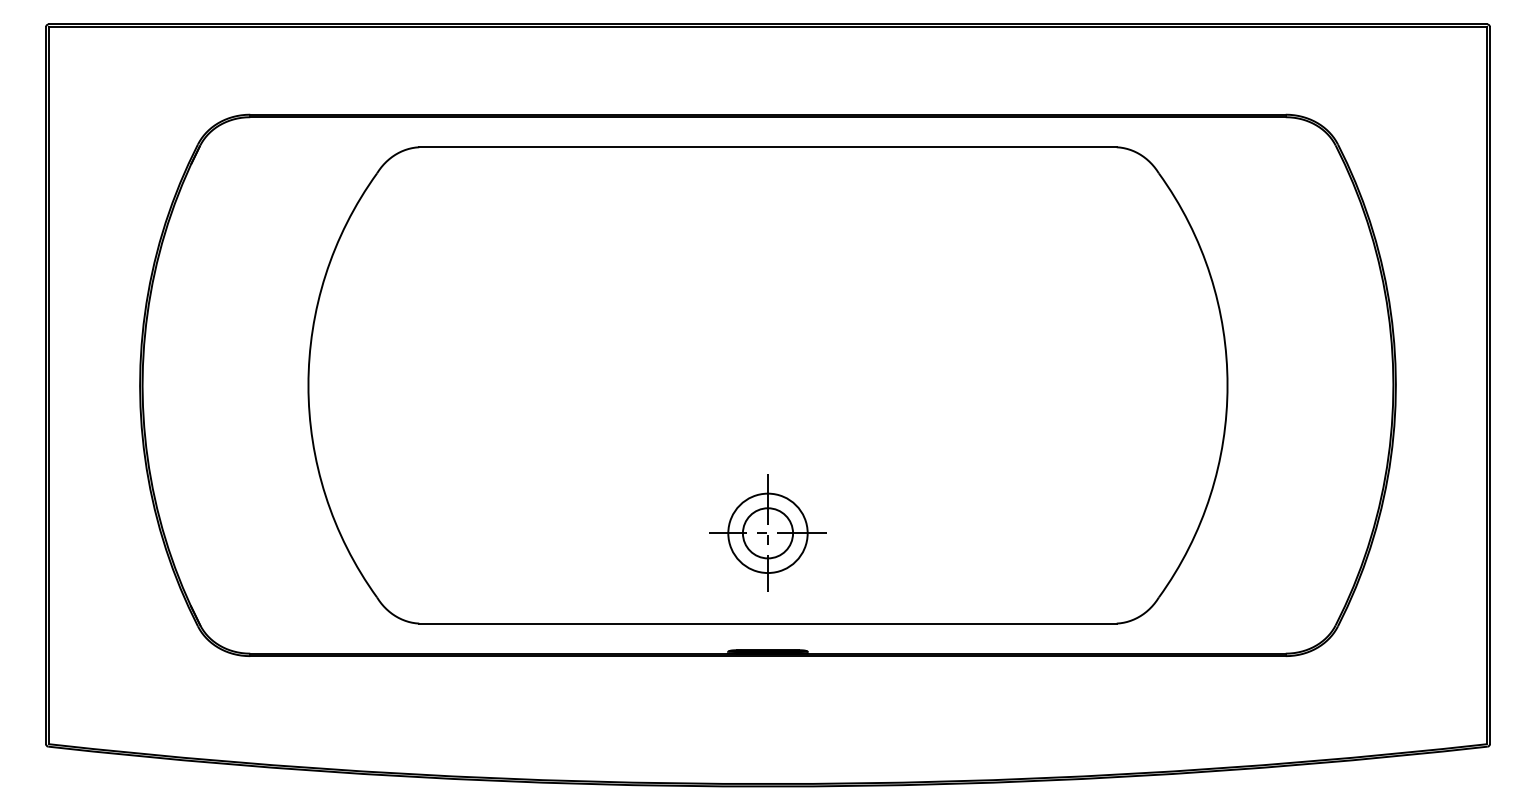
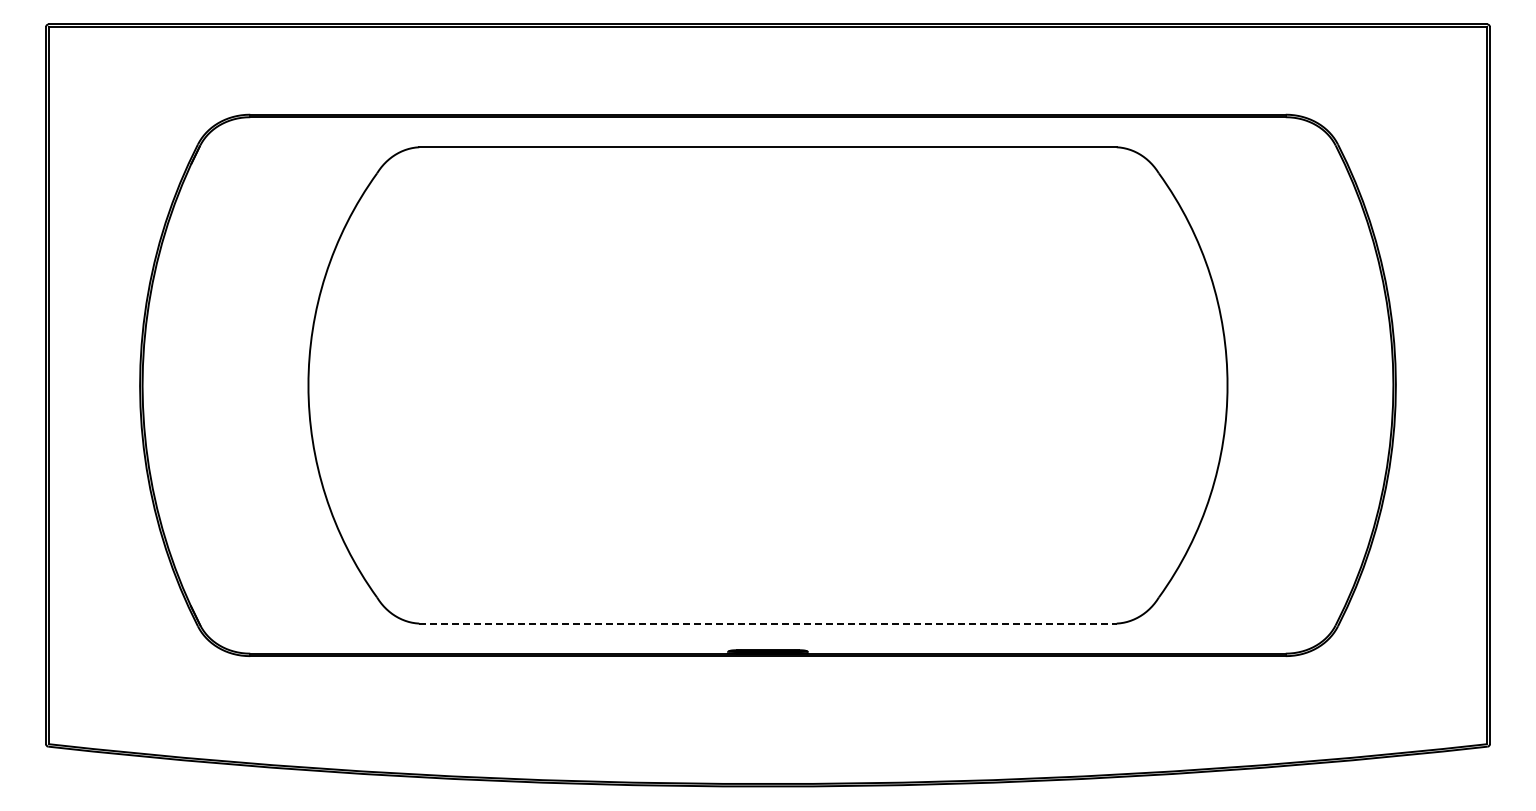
part at (767, 532): present -> none
line at (767, 623): solid -> dashed
